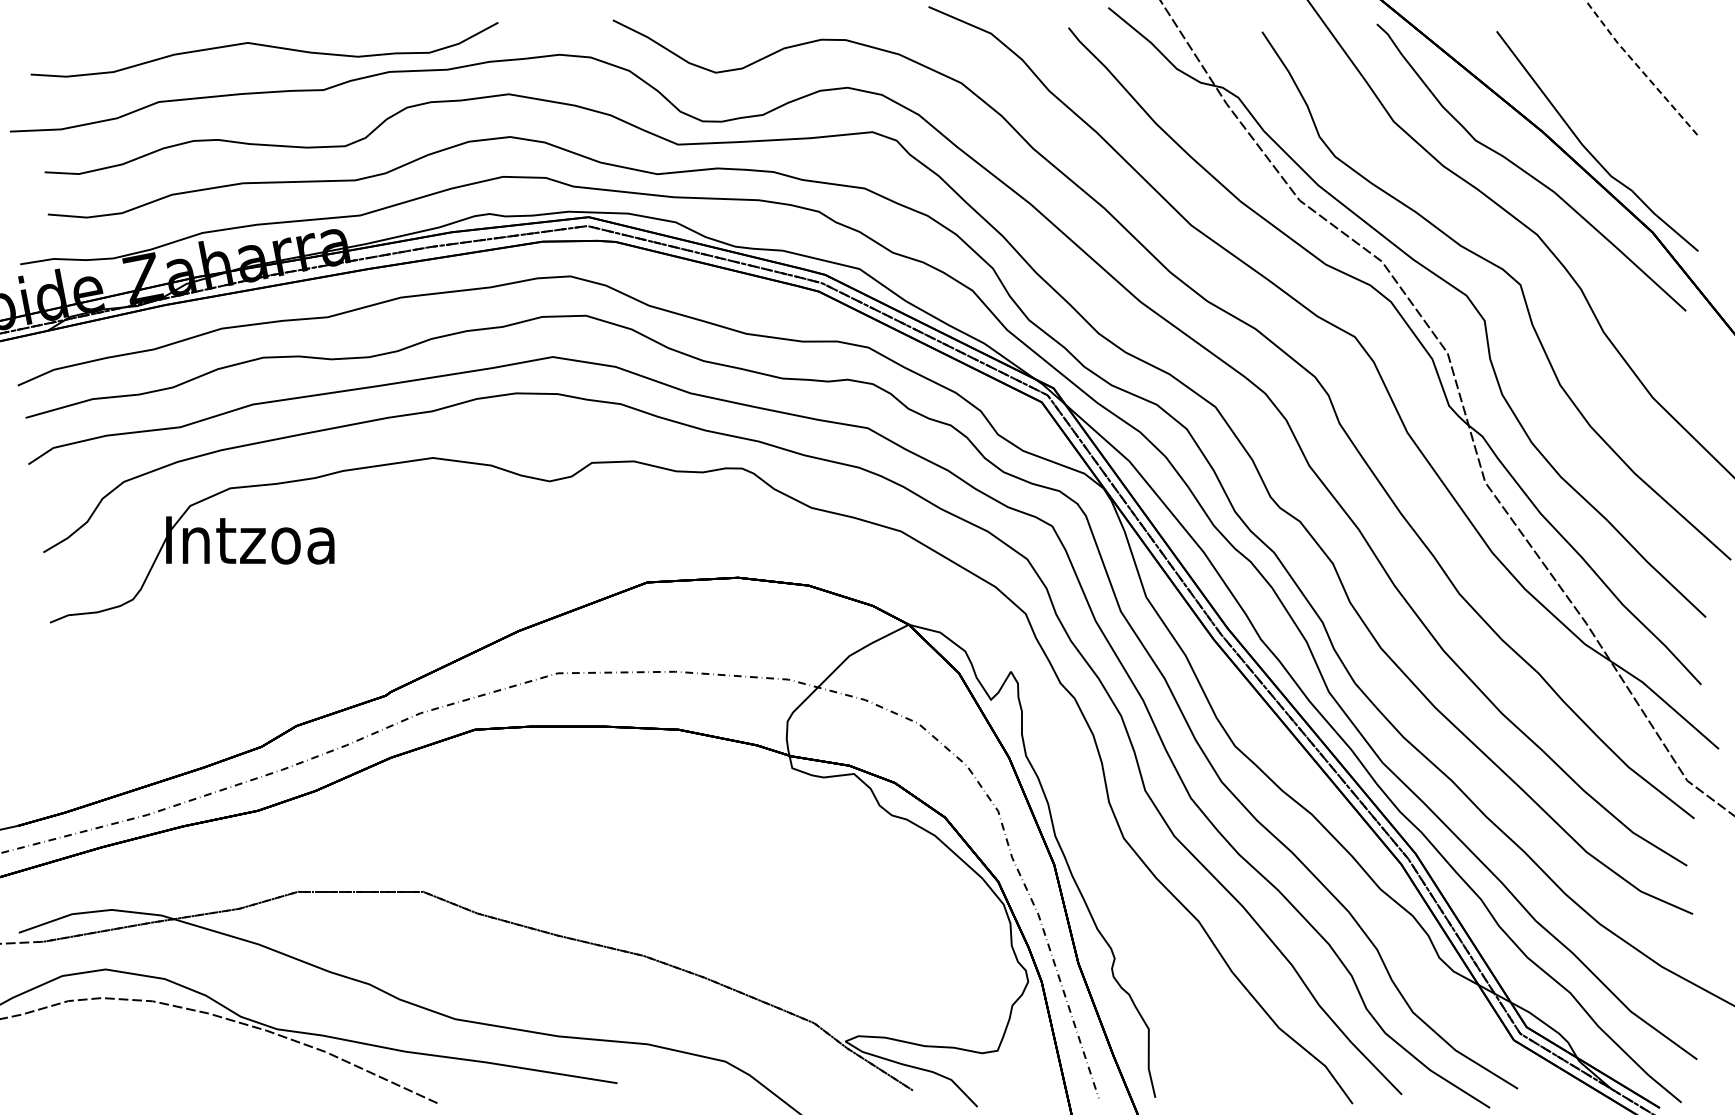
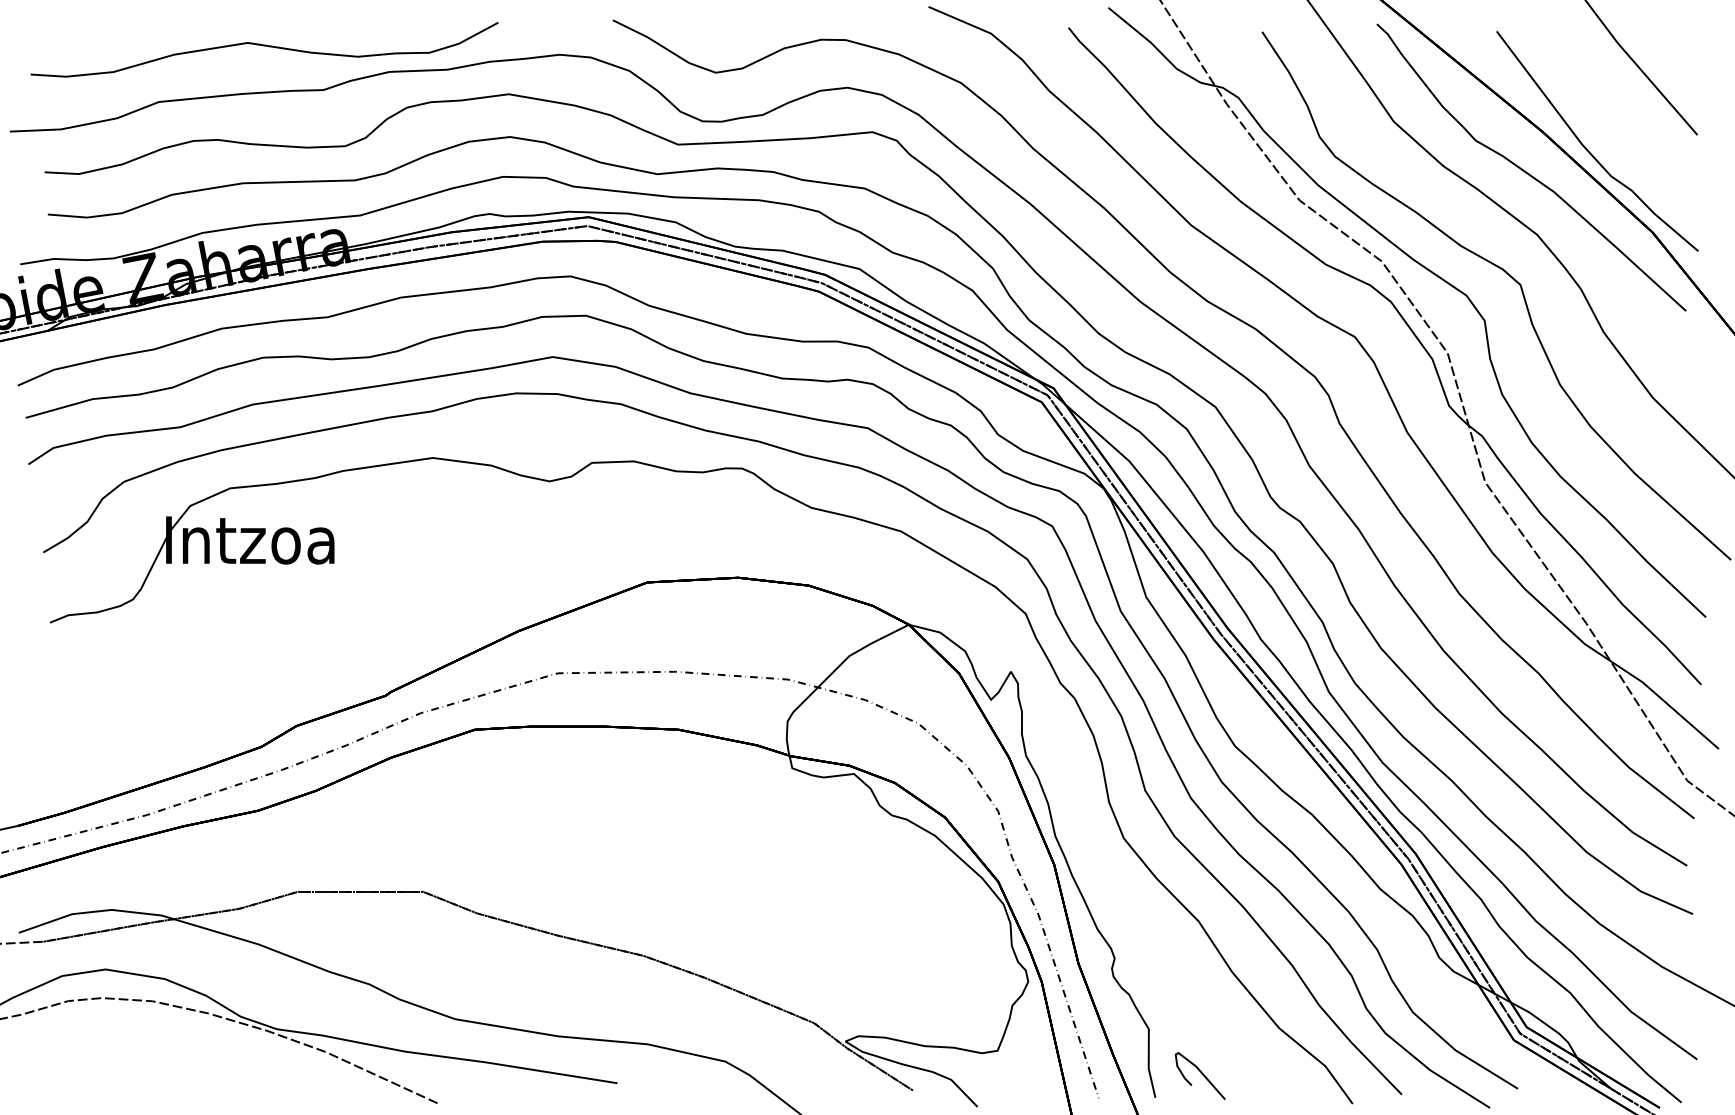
line at (1639, 67): dashed -> solid
curve at (1201, 1074): none -> present
